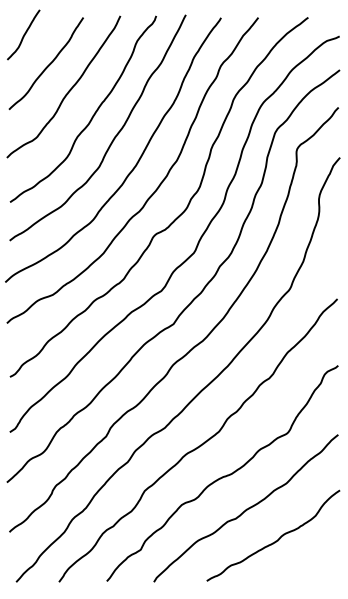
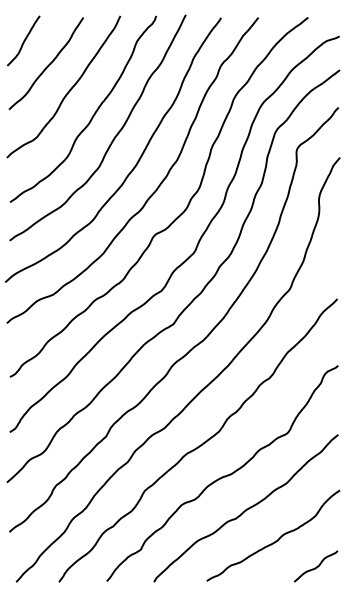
curve at (23, 34) position: (23, 34) -> (23, 40)
curve at (316, 566): none -> present
